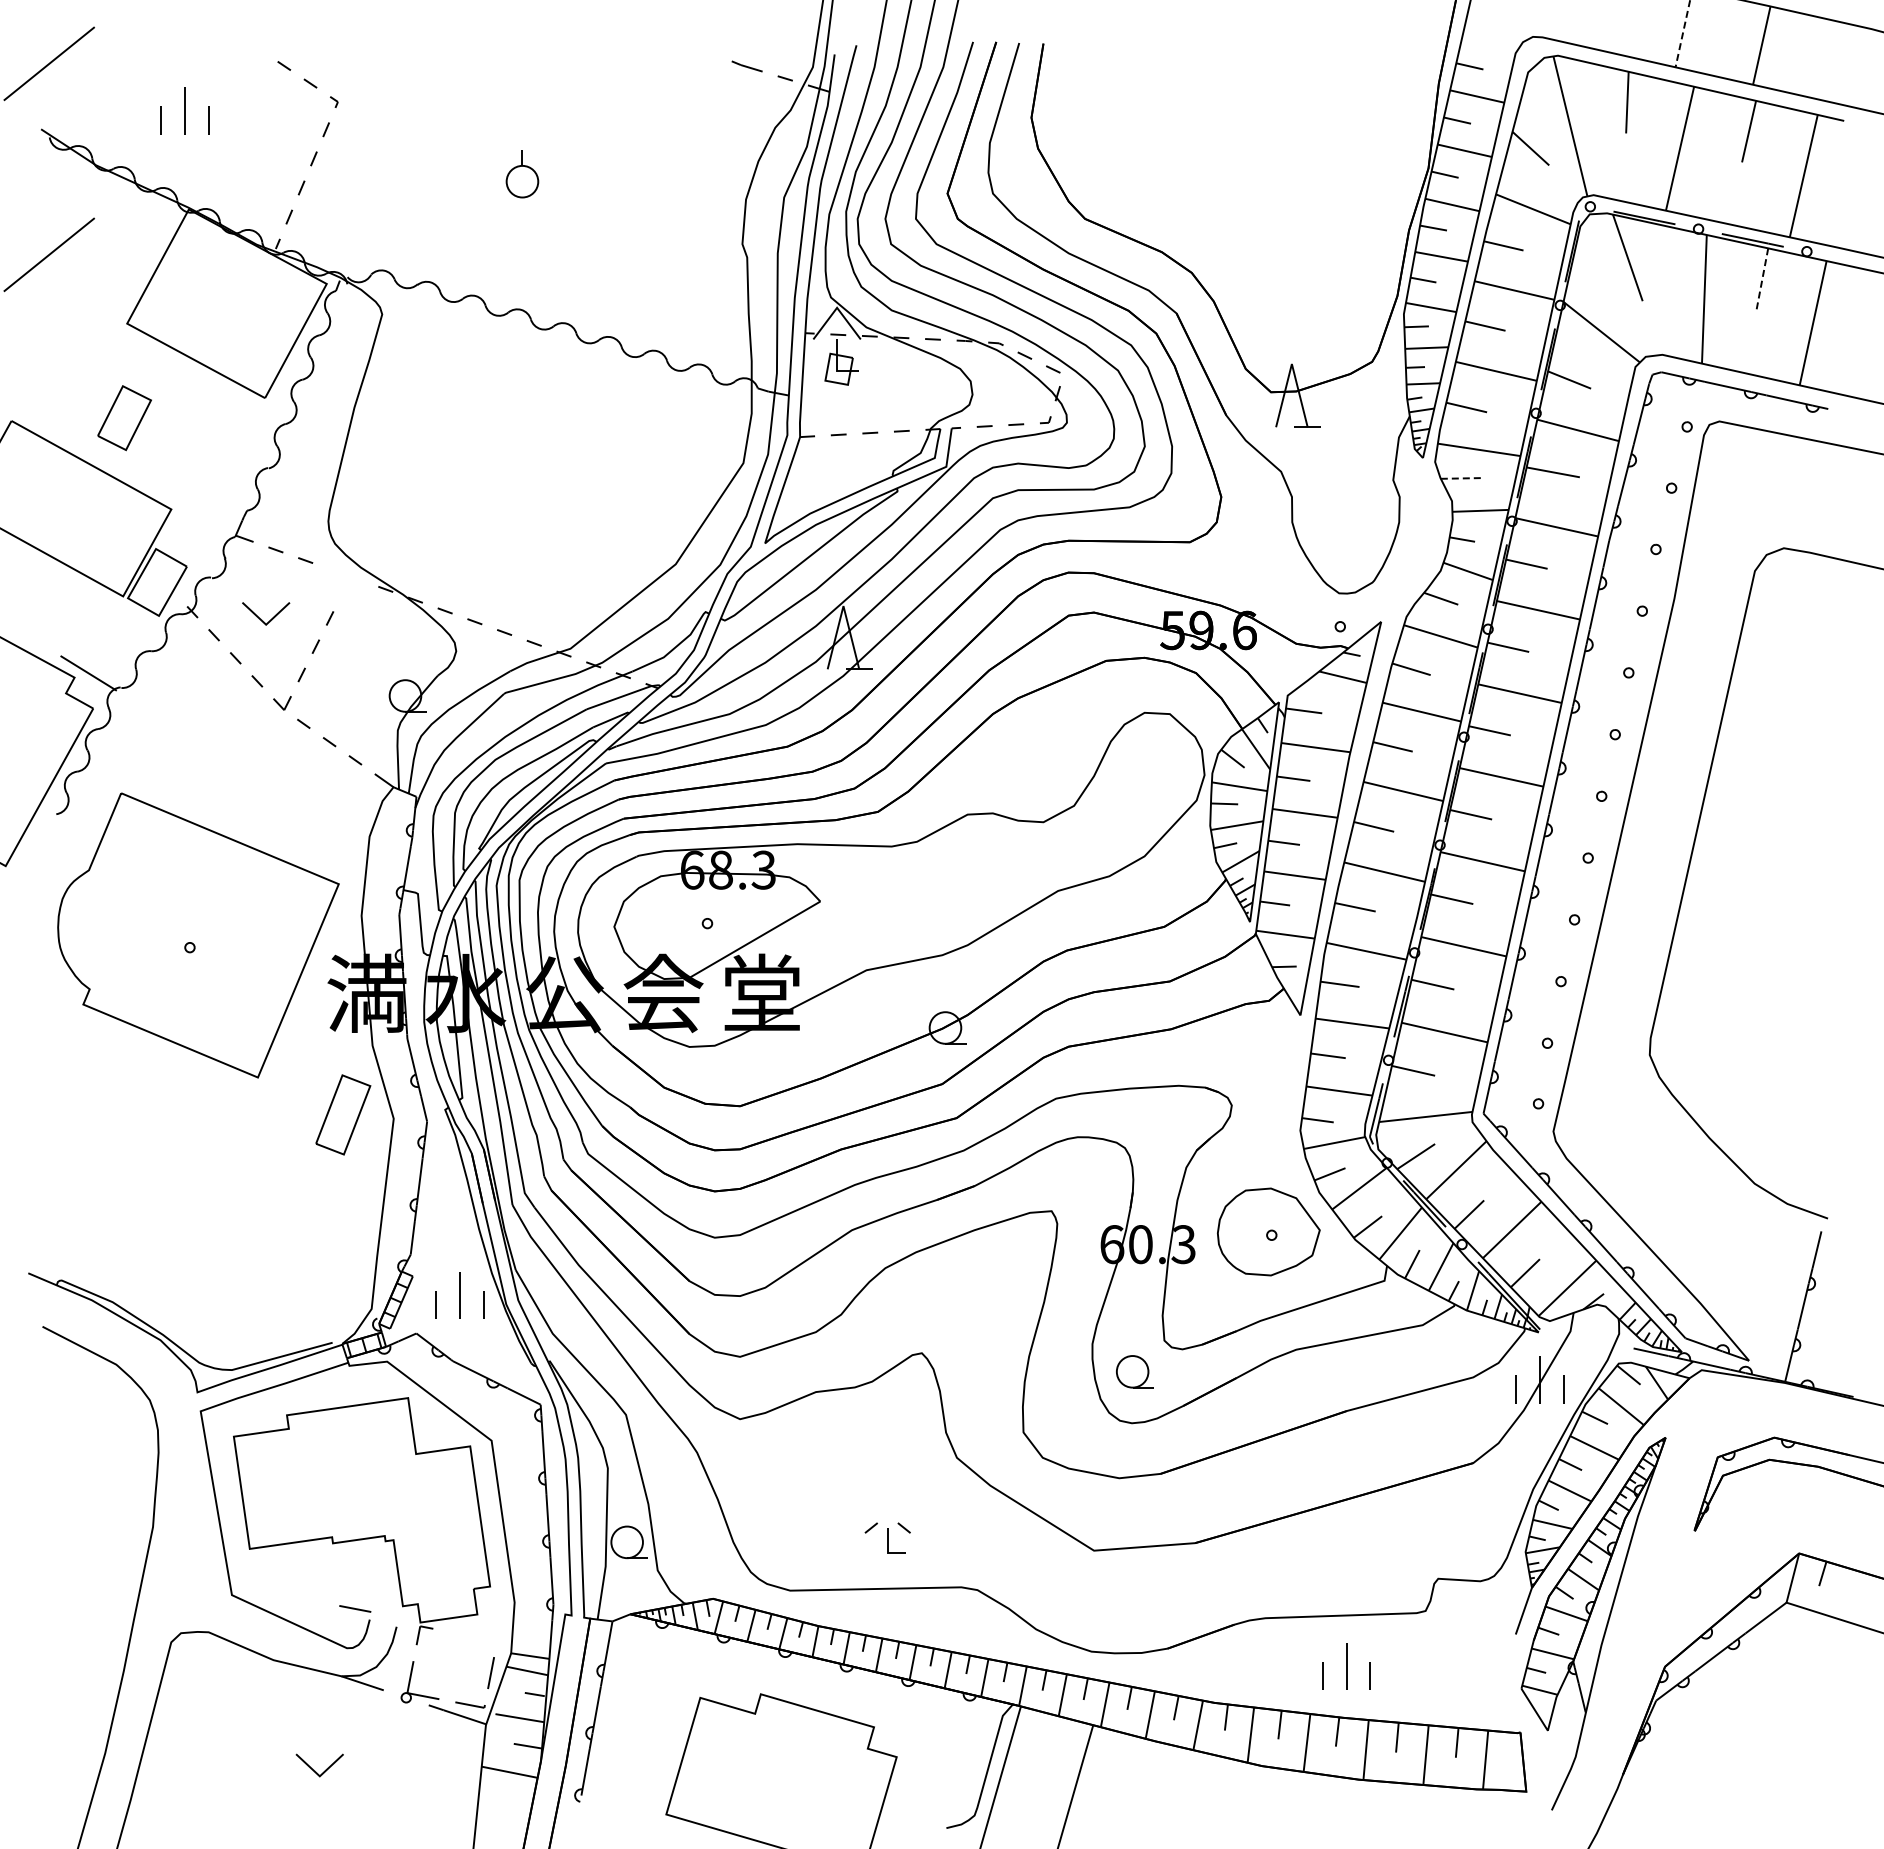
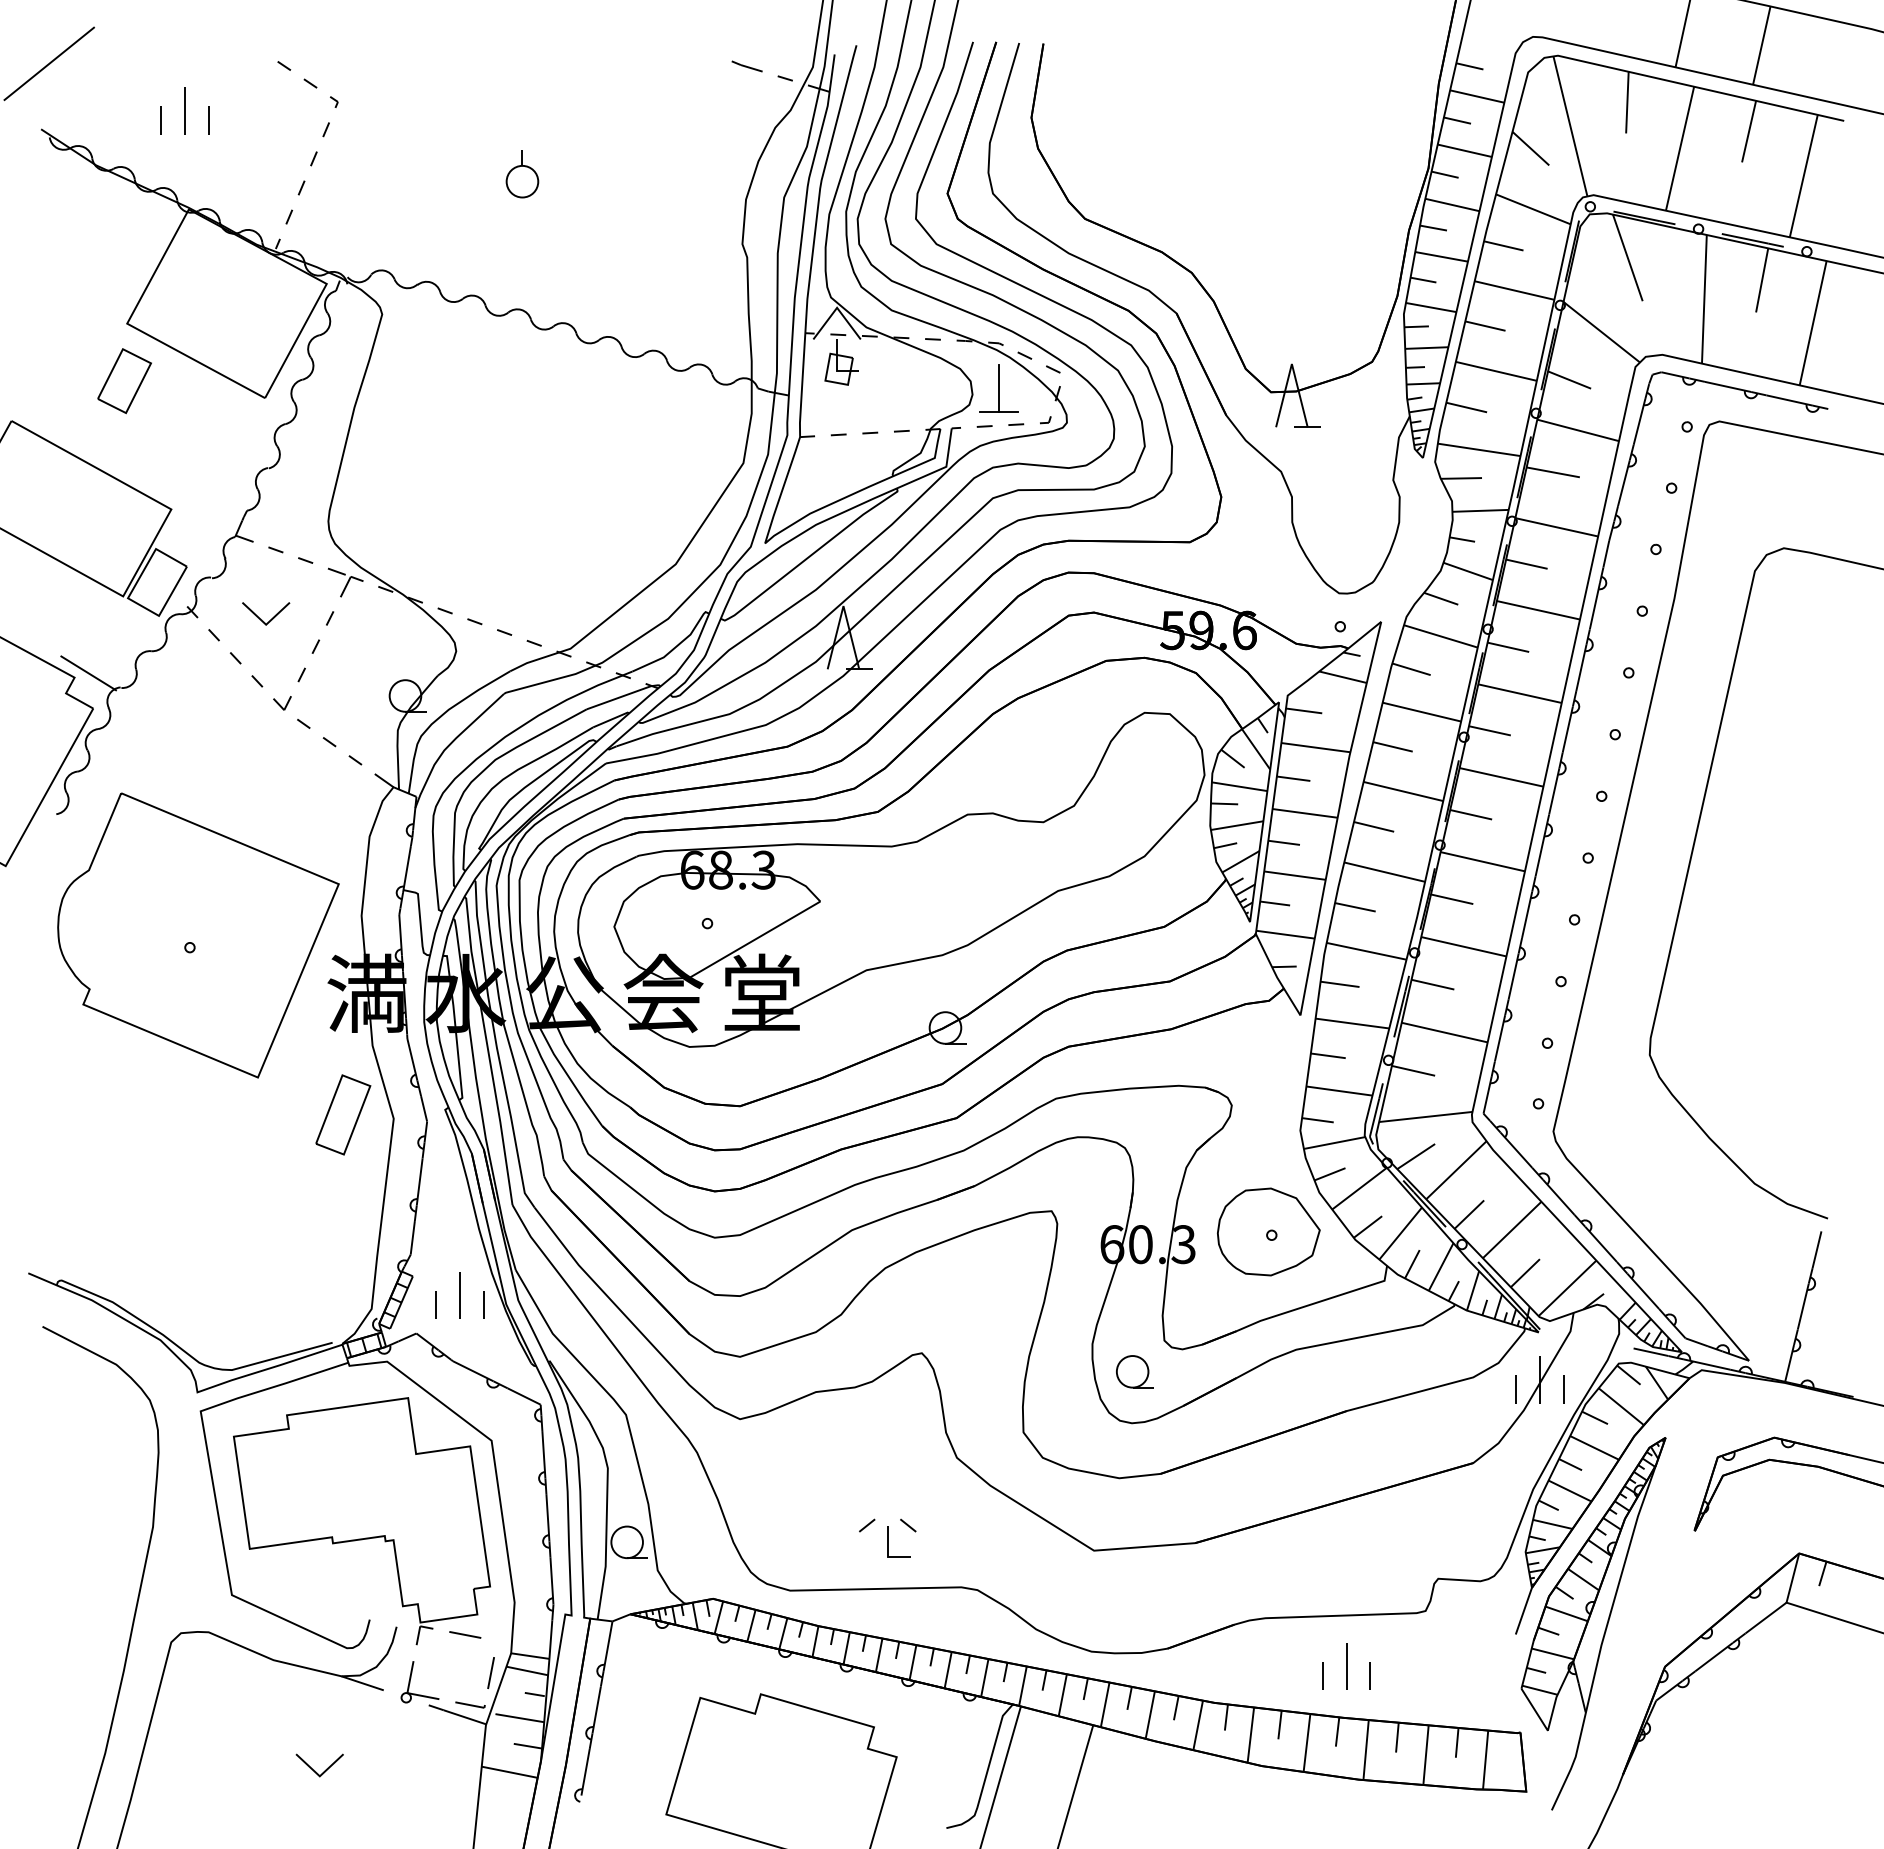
line at (1682, 34): dashed -> solid
line at (48, 254): present -> none
line at (1762, 280): dashed -> solid
part at (998, 388): none -> present
part at (124, 418) position: (124, 418) -> (124, 381)
line at (1461, 478): dashed -> solid
part at (345, 582): none -> present
part at (887, 1537) size: 47x32 px -> 58x40 px
line at (355, 1608) position: (355, 1608) -> (465, 1634)
